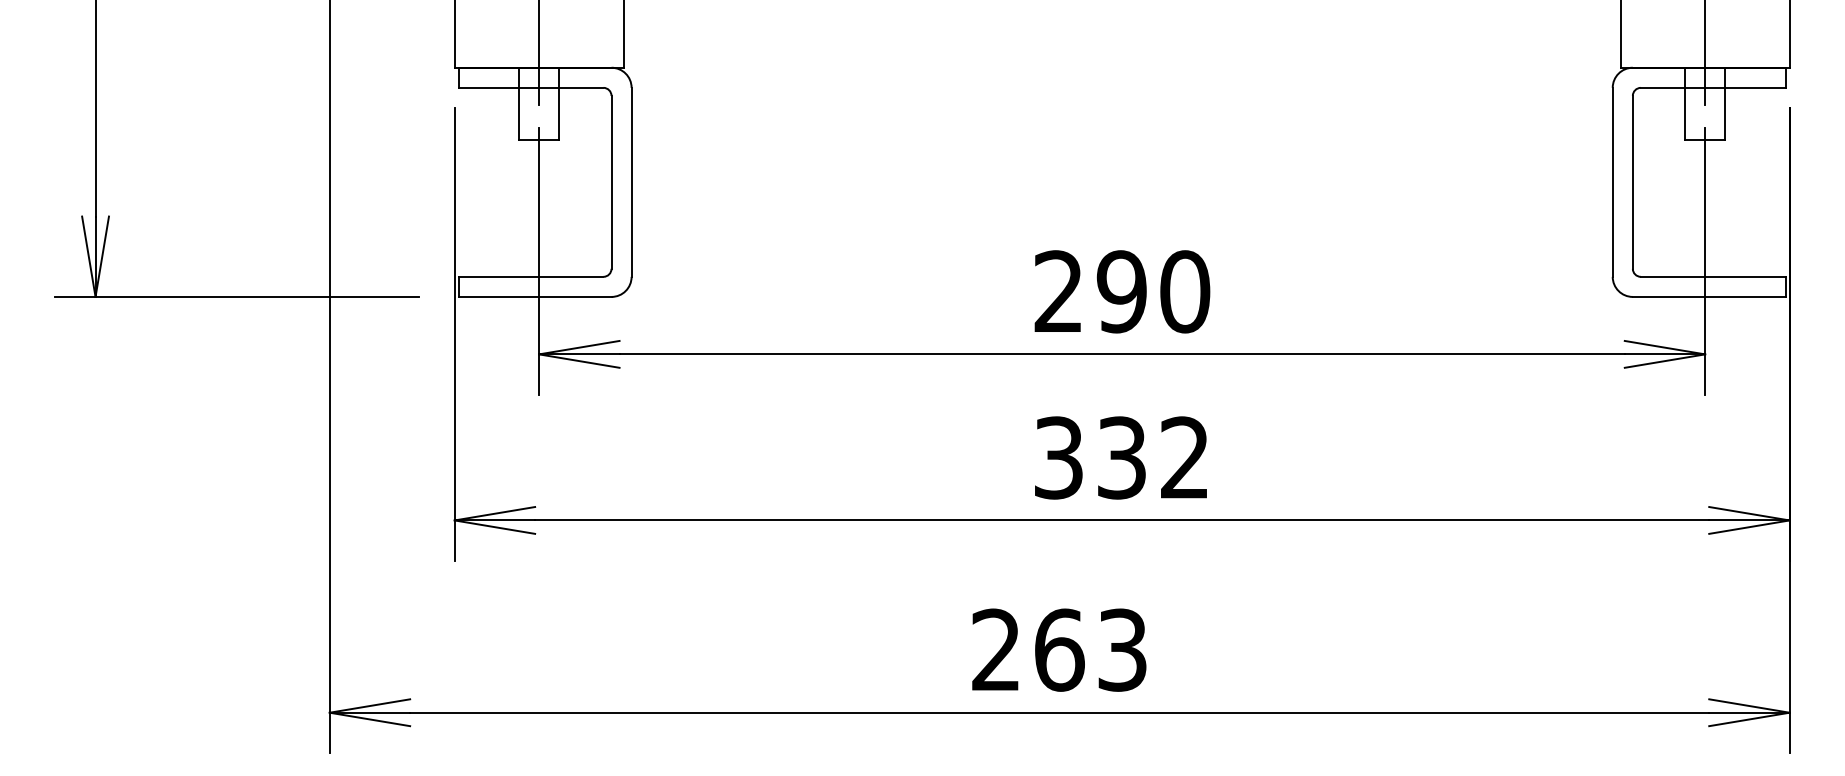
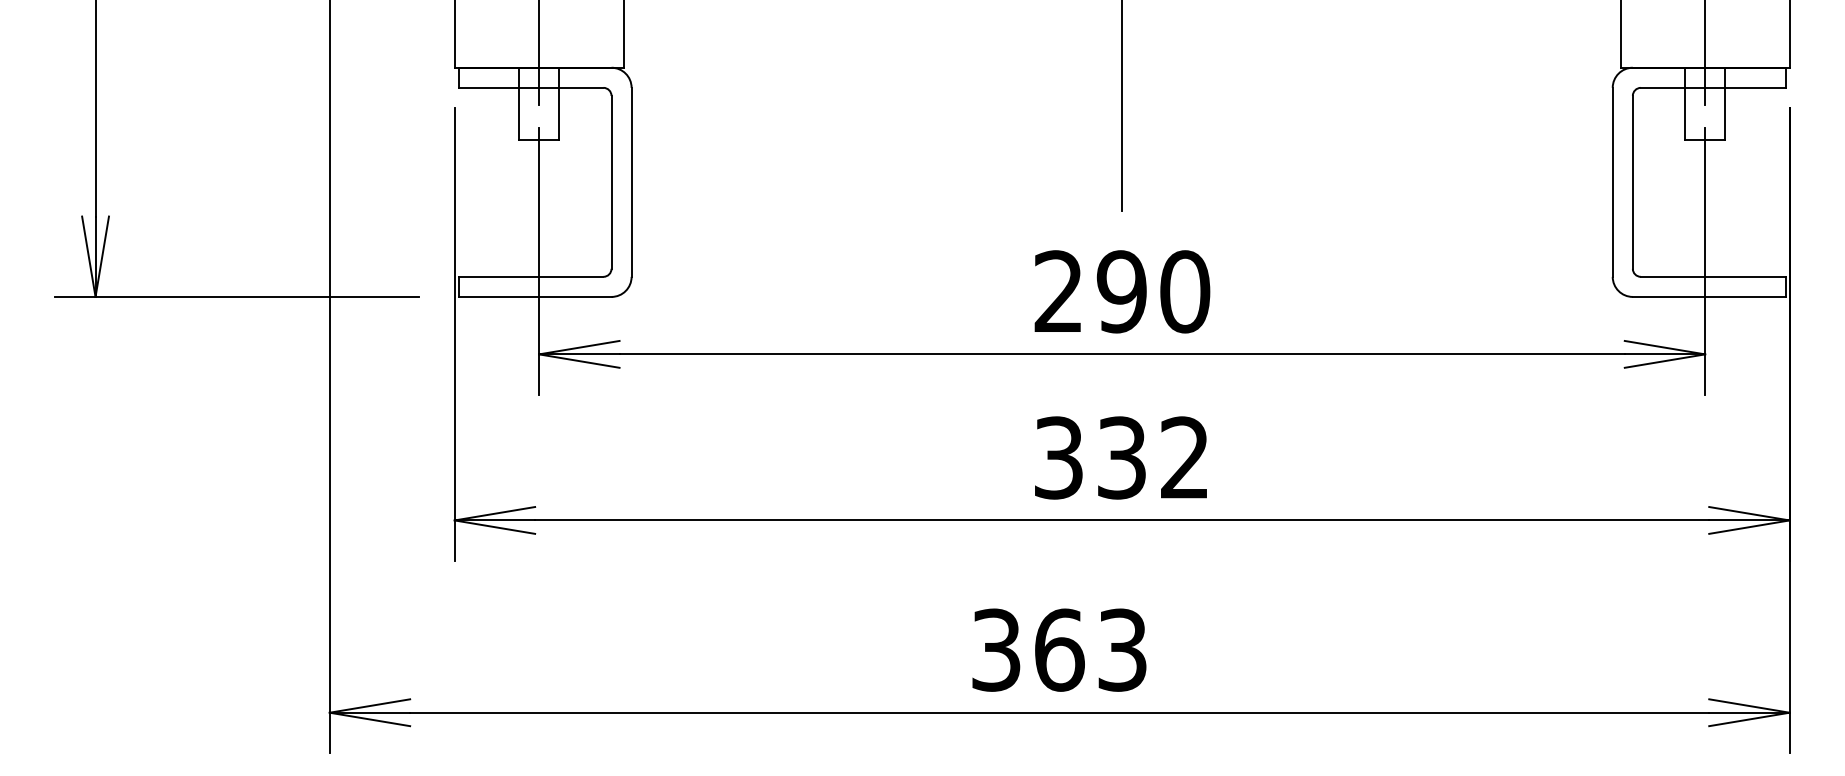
line at (1122, 106): none -> present
text at (996, 649): 263 -> 363
